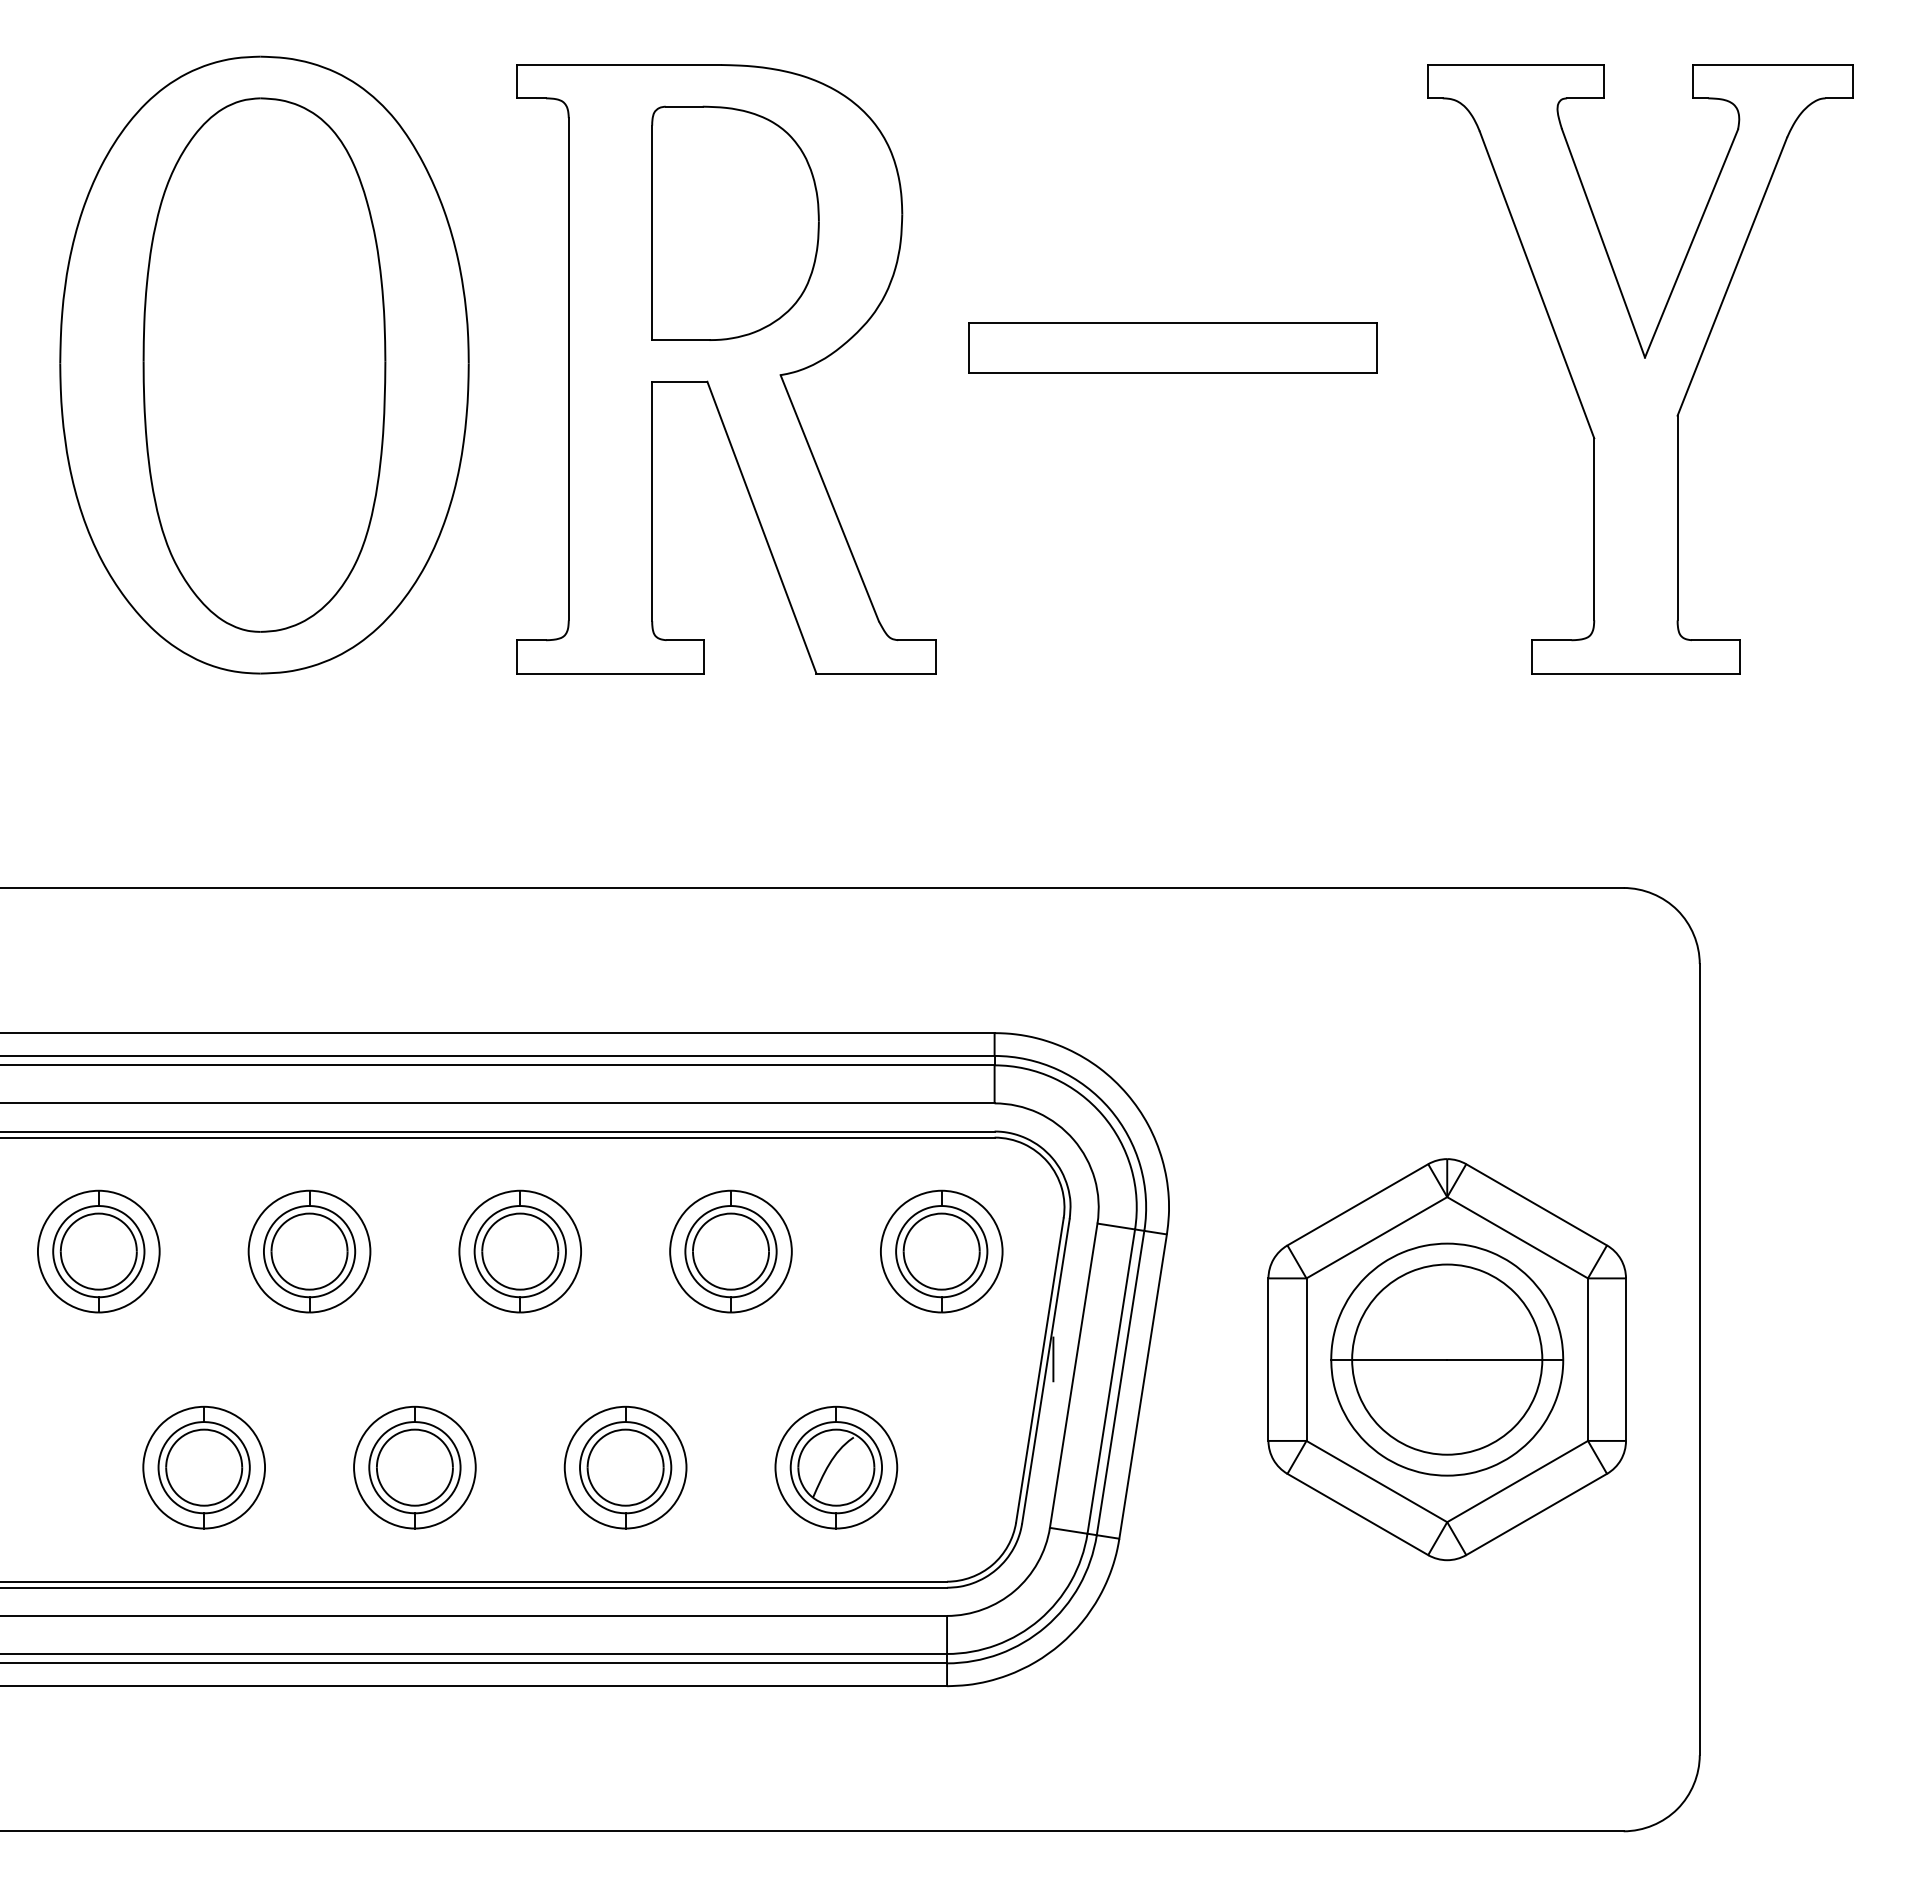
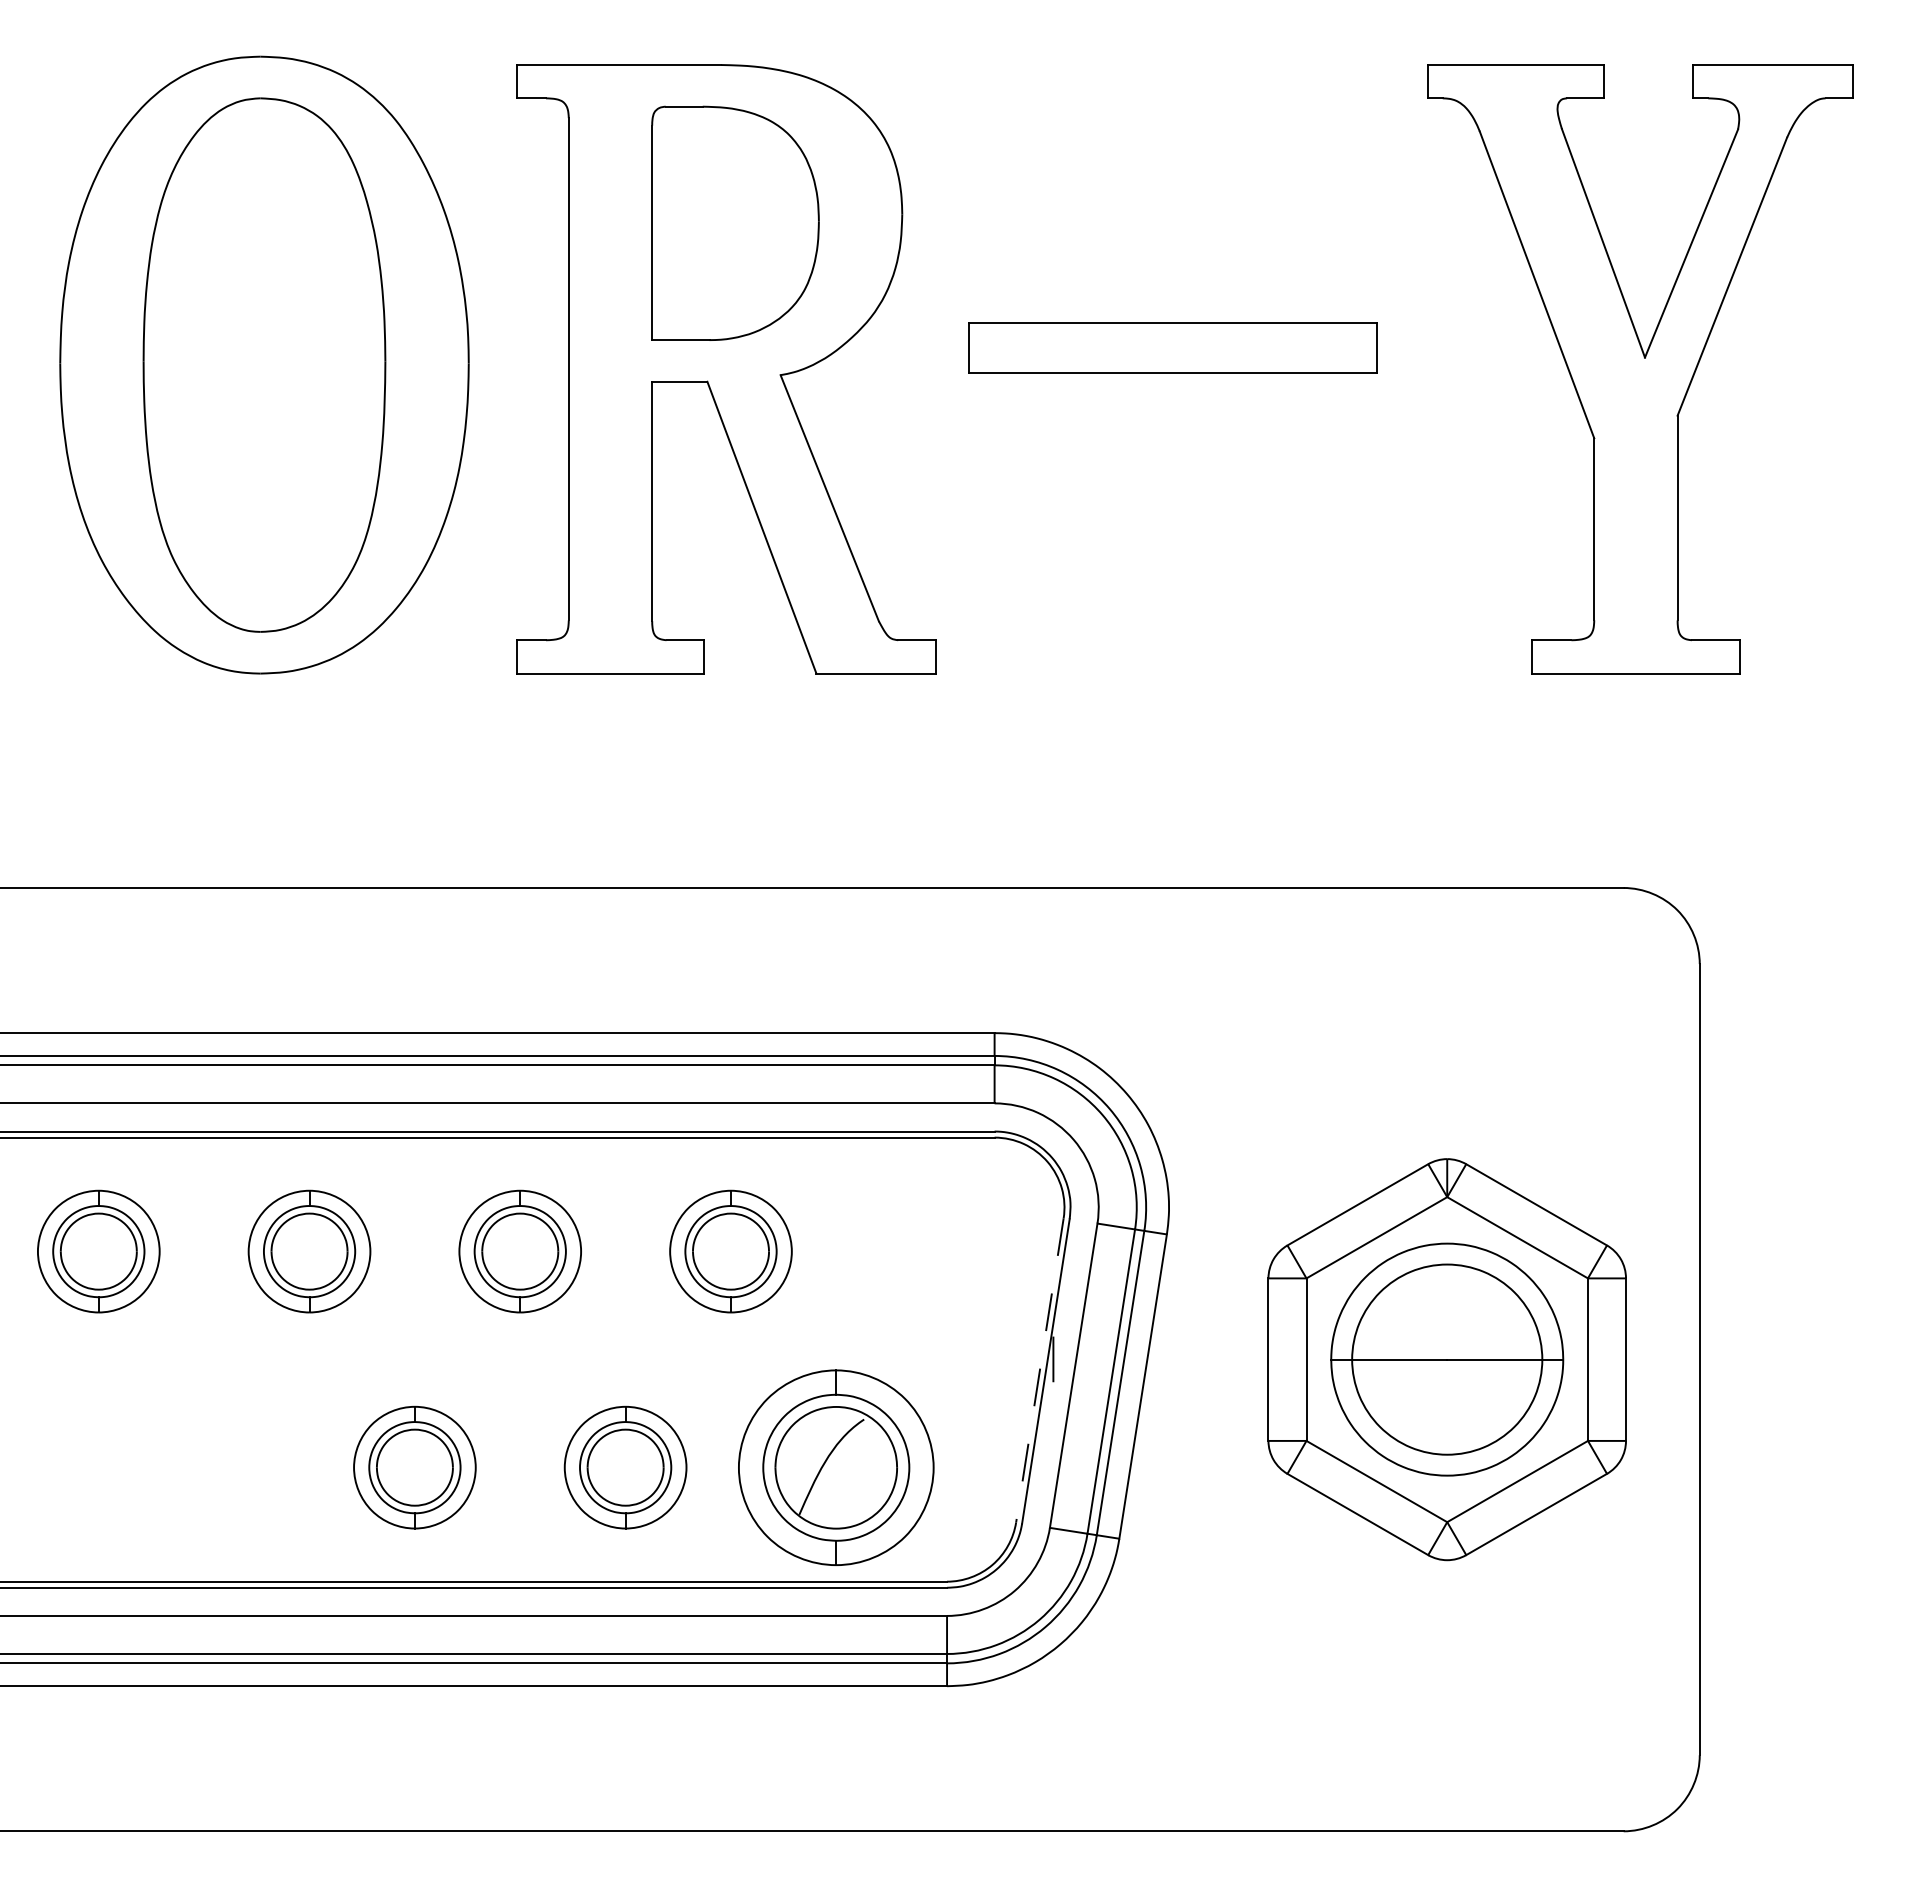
part at (941, 1251): present -> none
line at (1039, 1370): solid -> dashed
part at (203, 1467): present -> none
part at (836, 1467) size: 125x125 px -> 197x197 px
